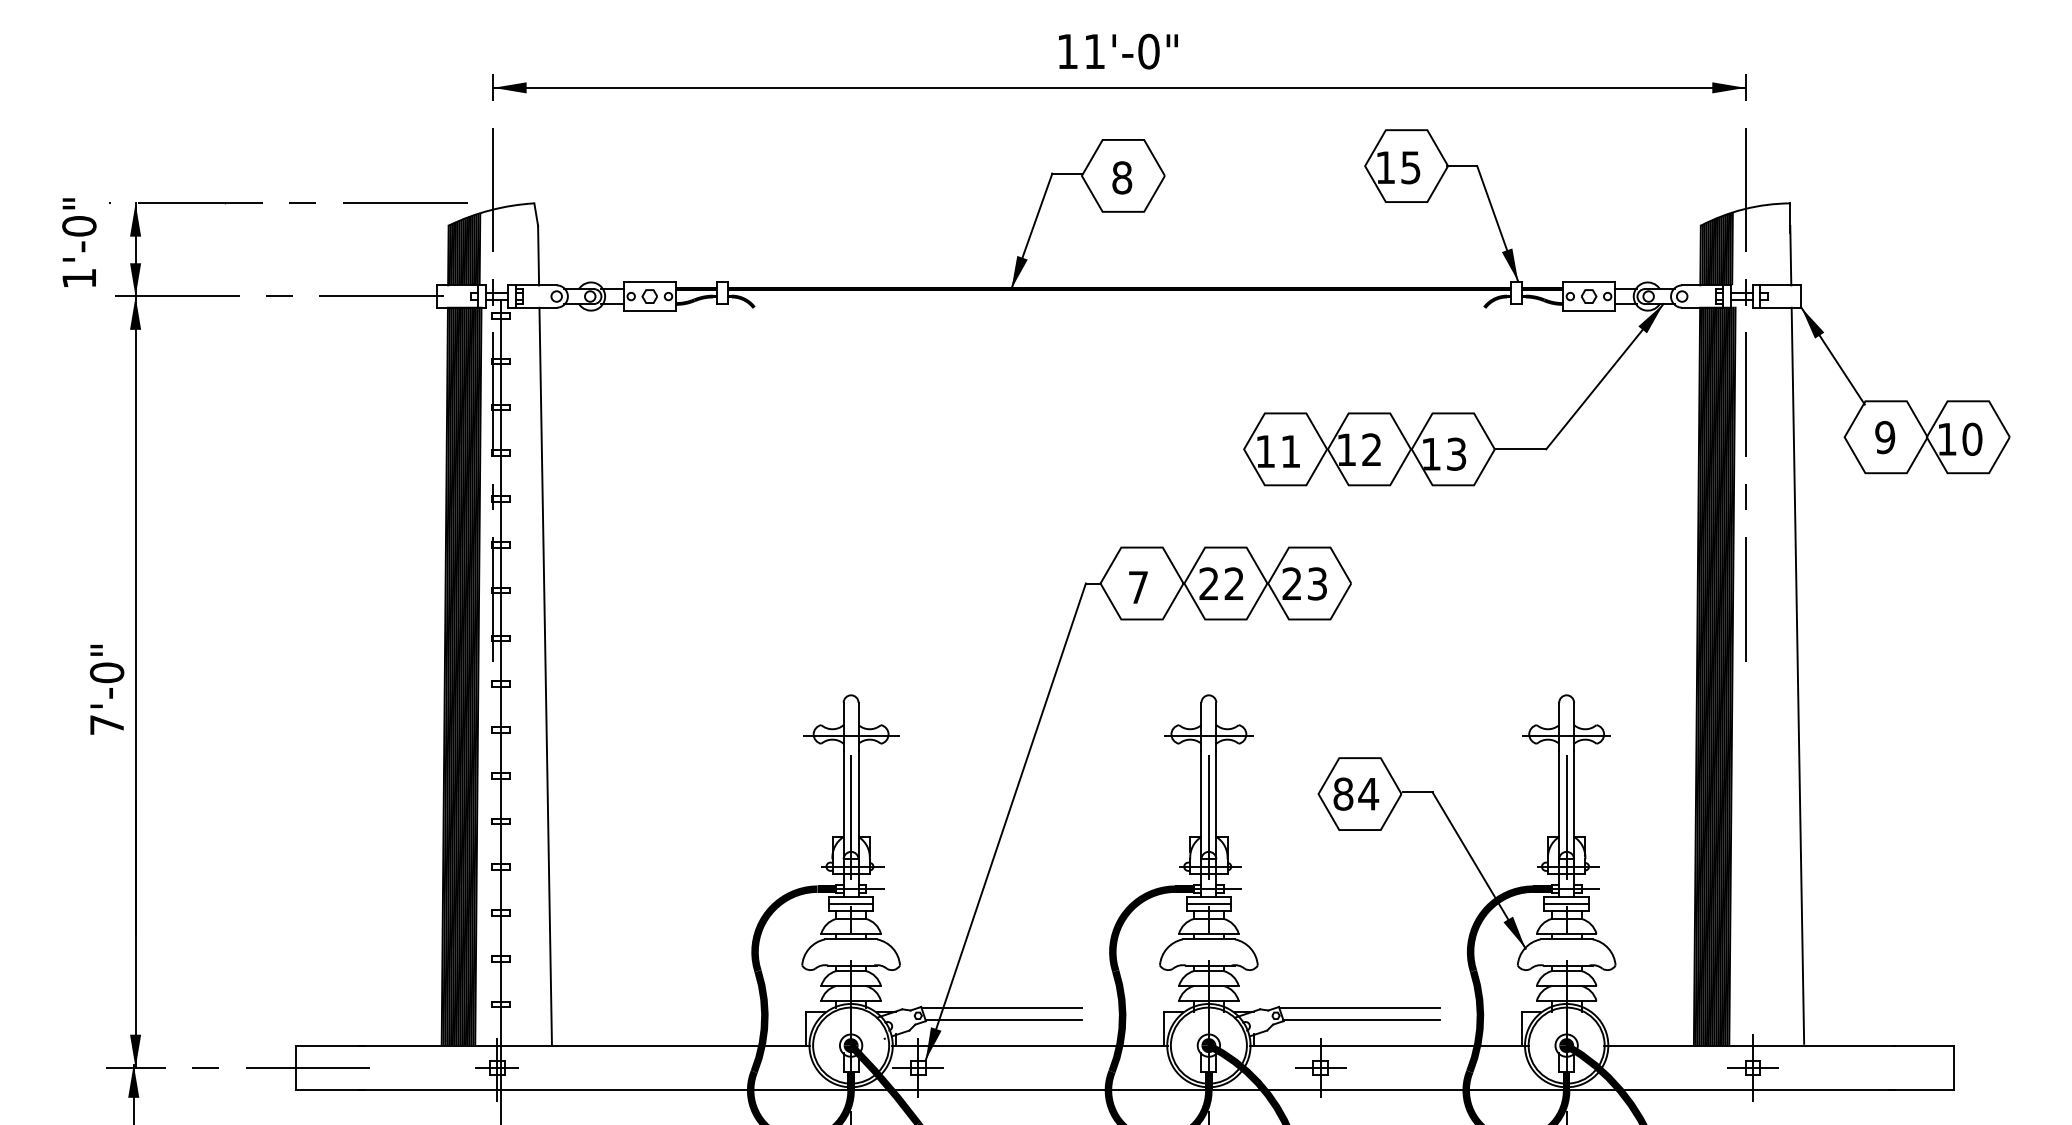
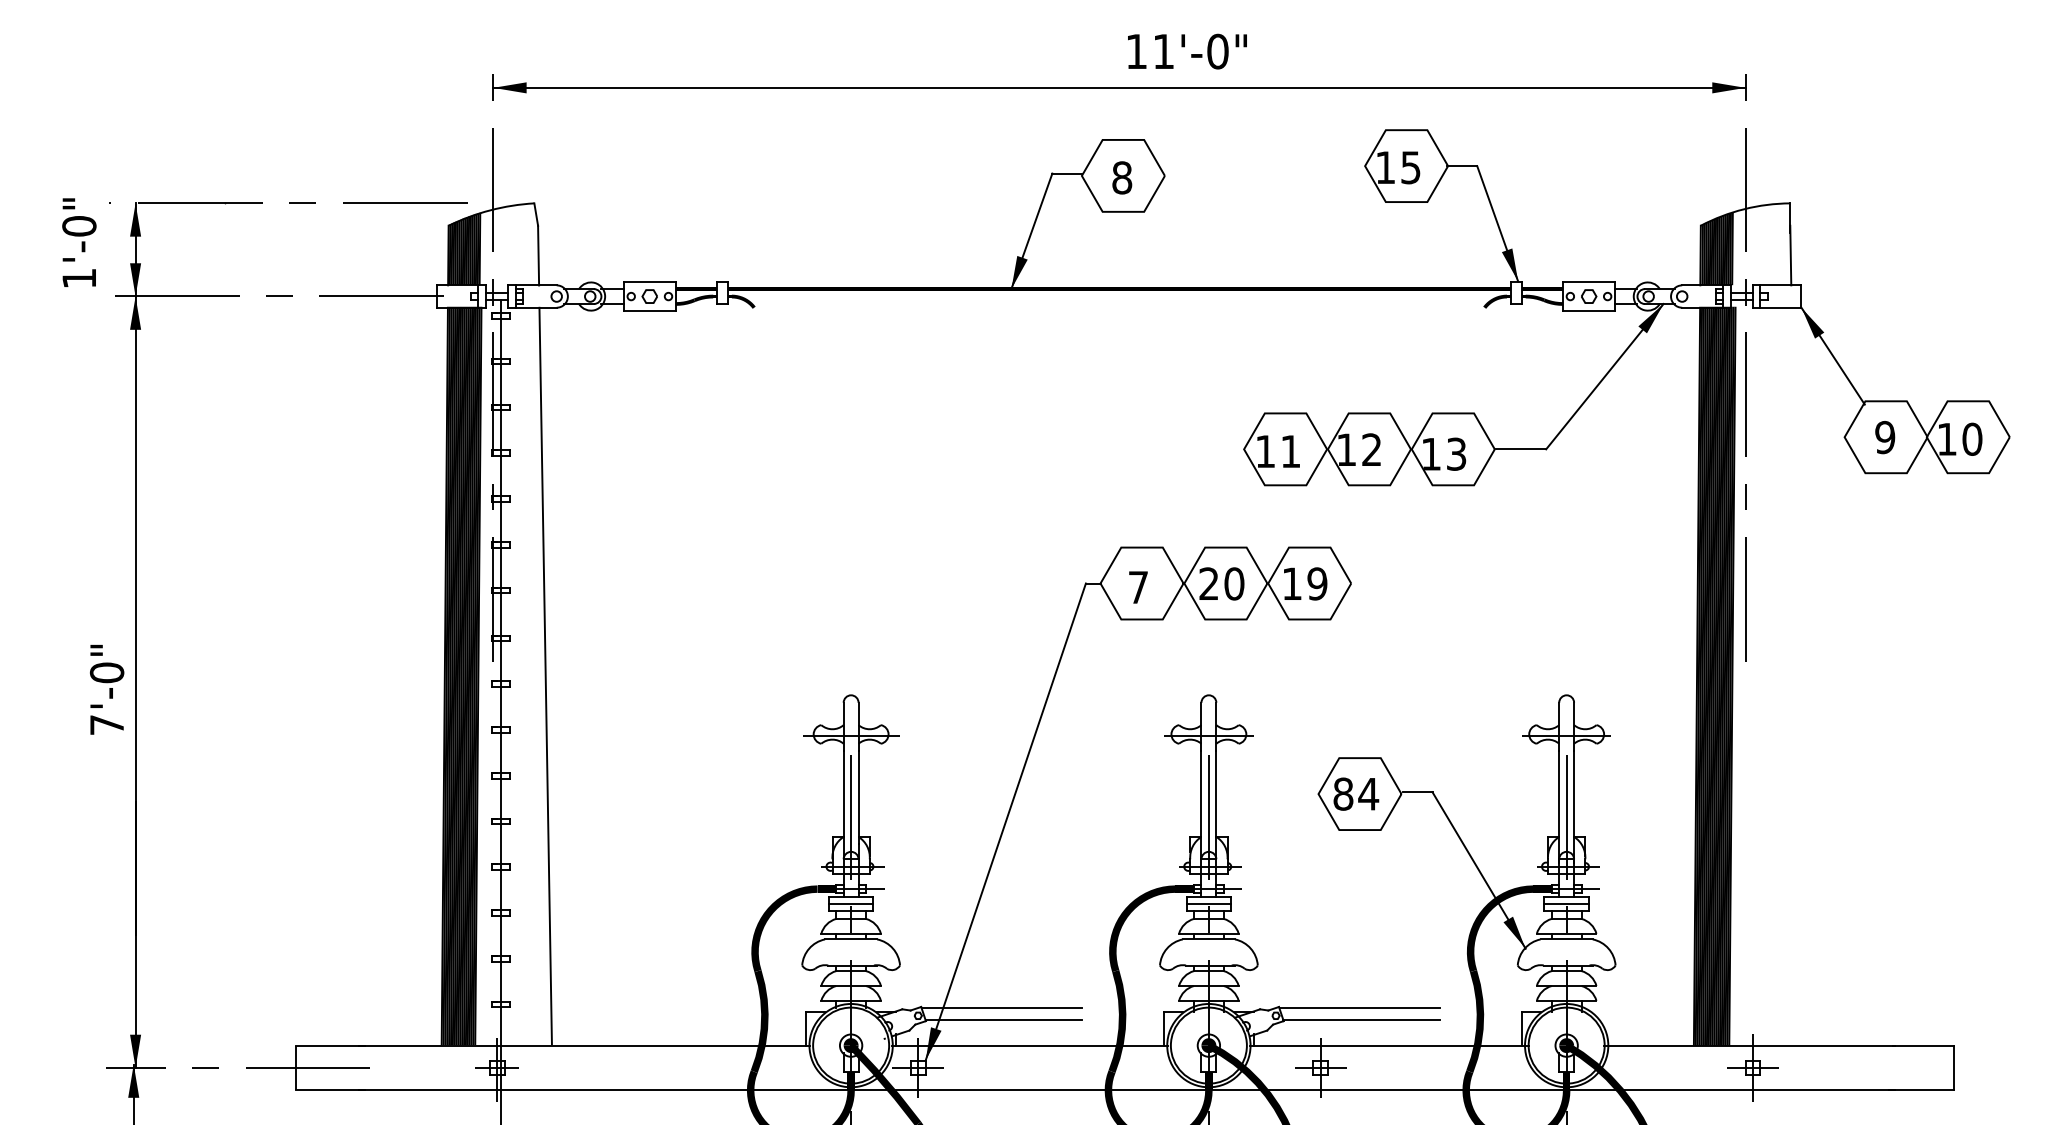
text at (1118, 51) position: (1118, 51) -> (1187, 51)
text at (1234, 583): 22 -> 20
text at (1304, 583): 23 -> 19
line at (1797, 675): present -> none
